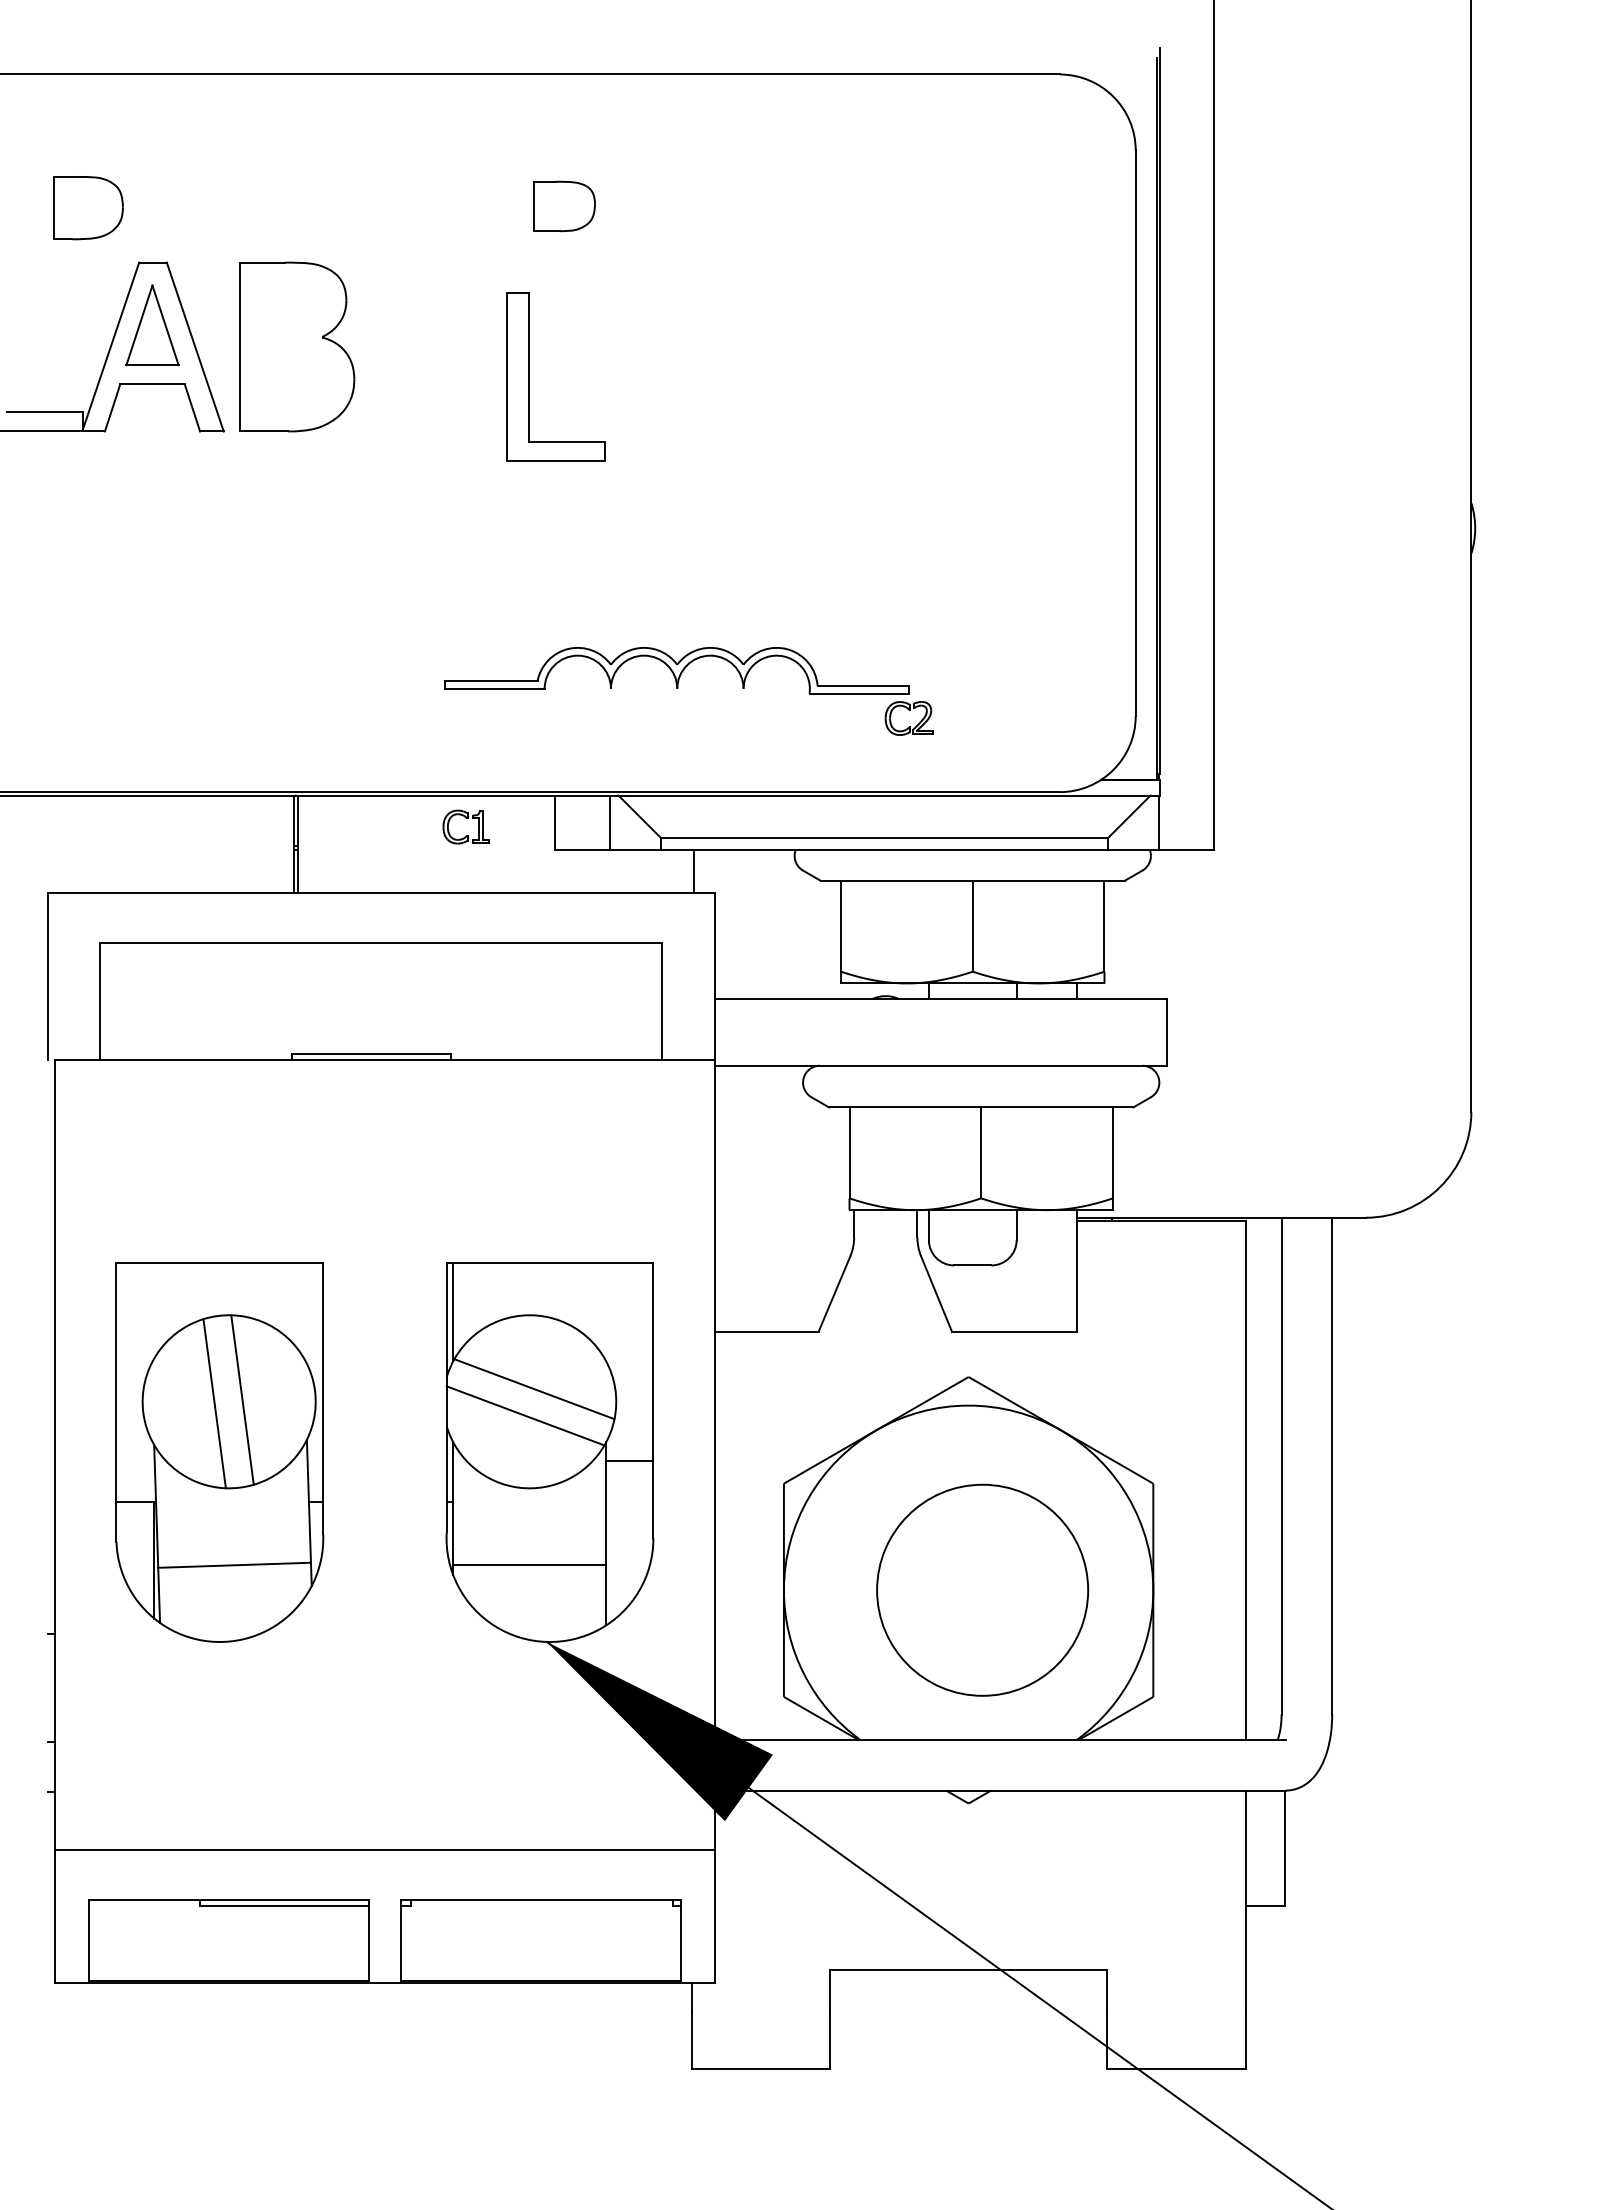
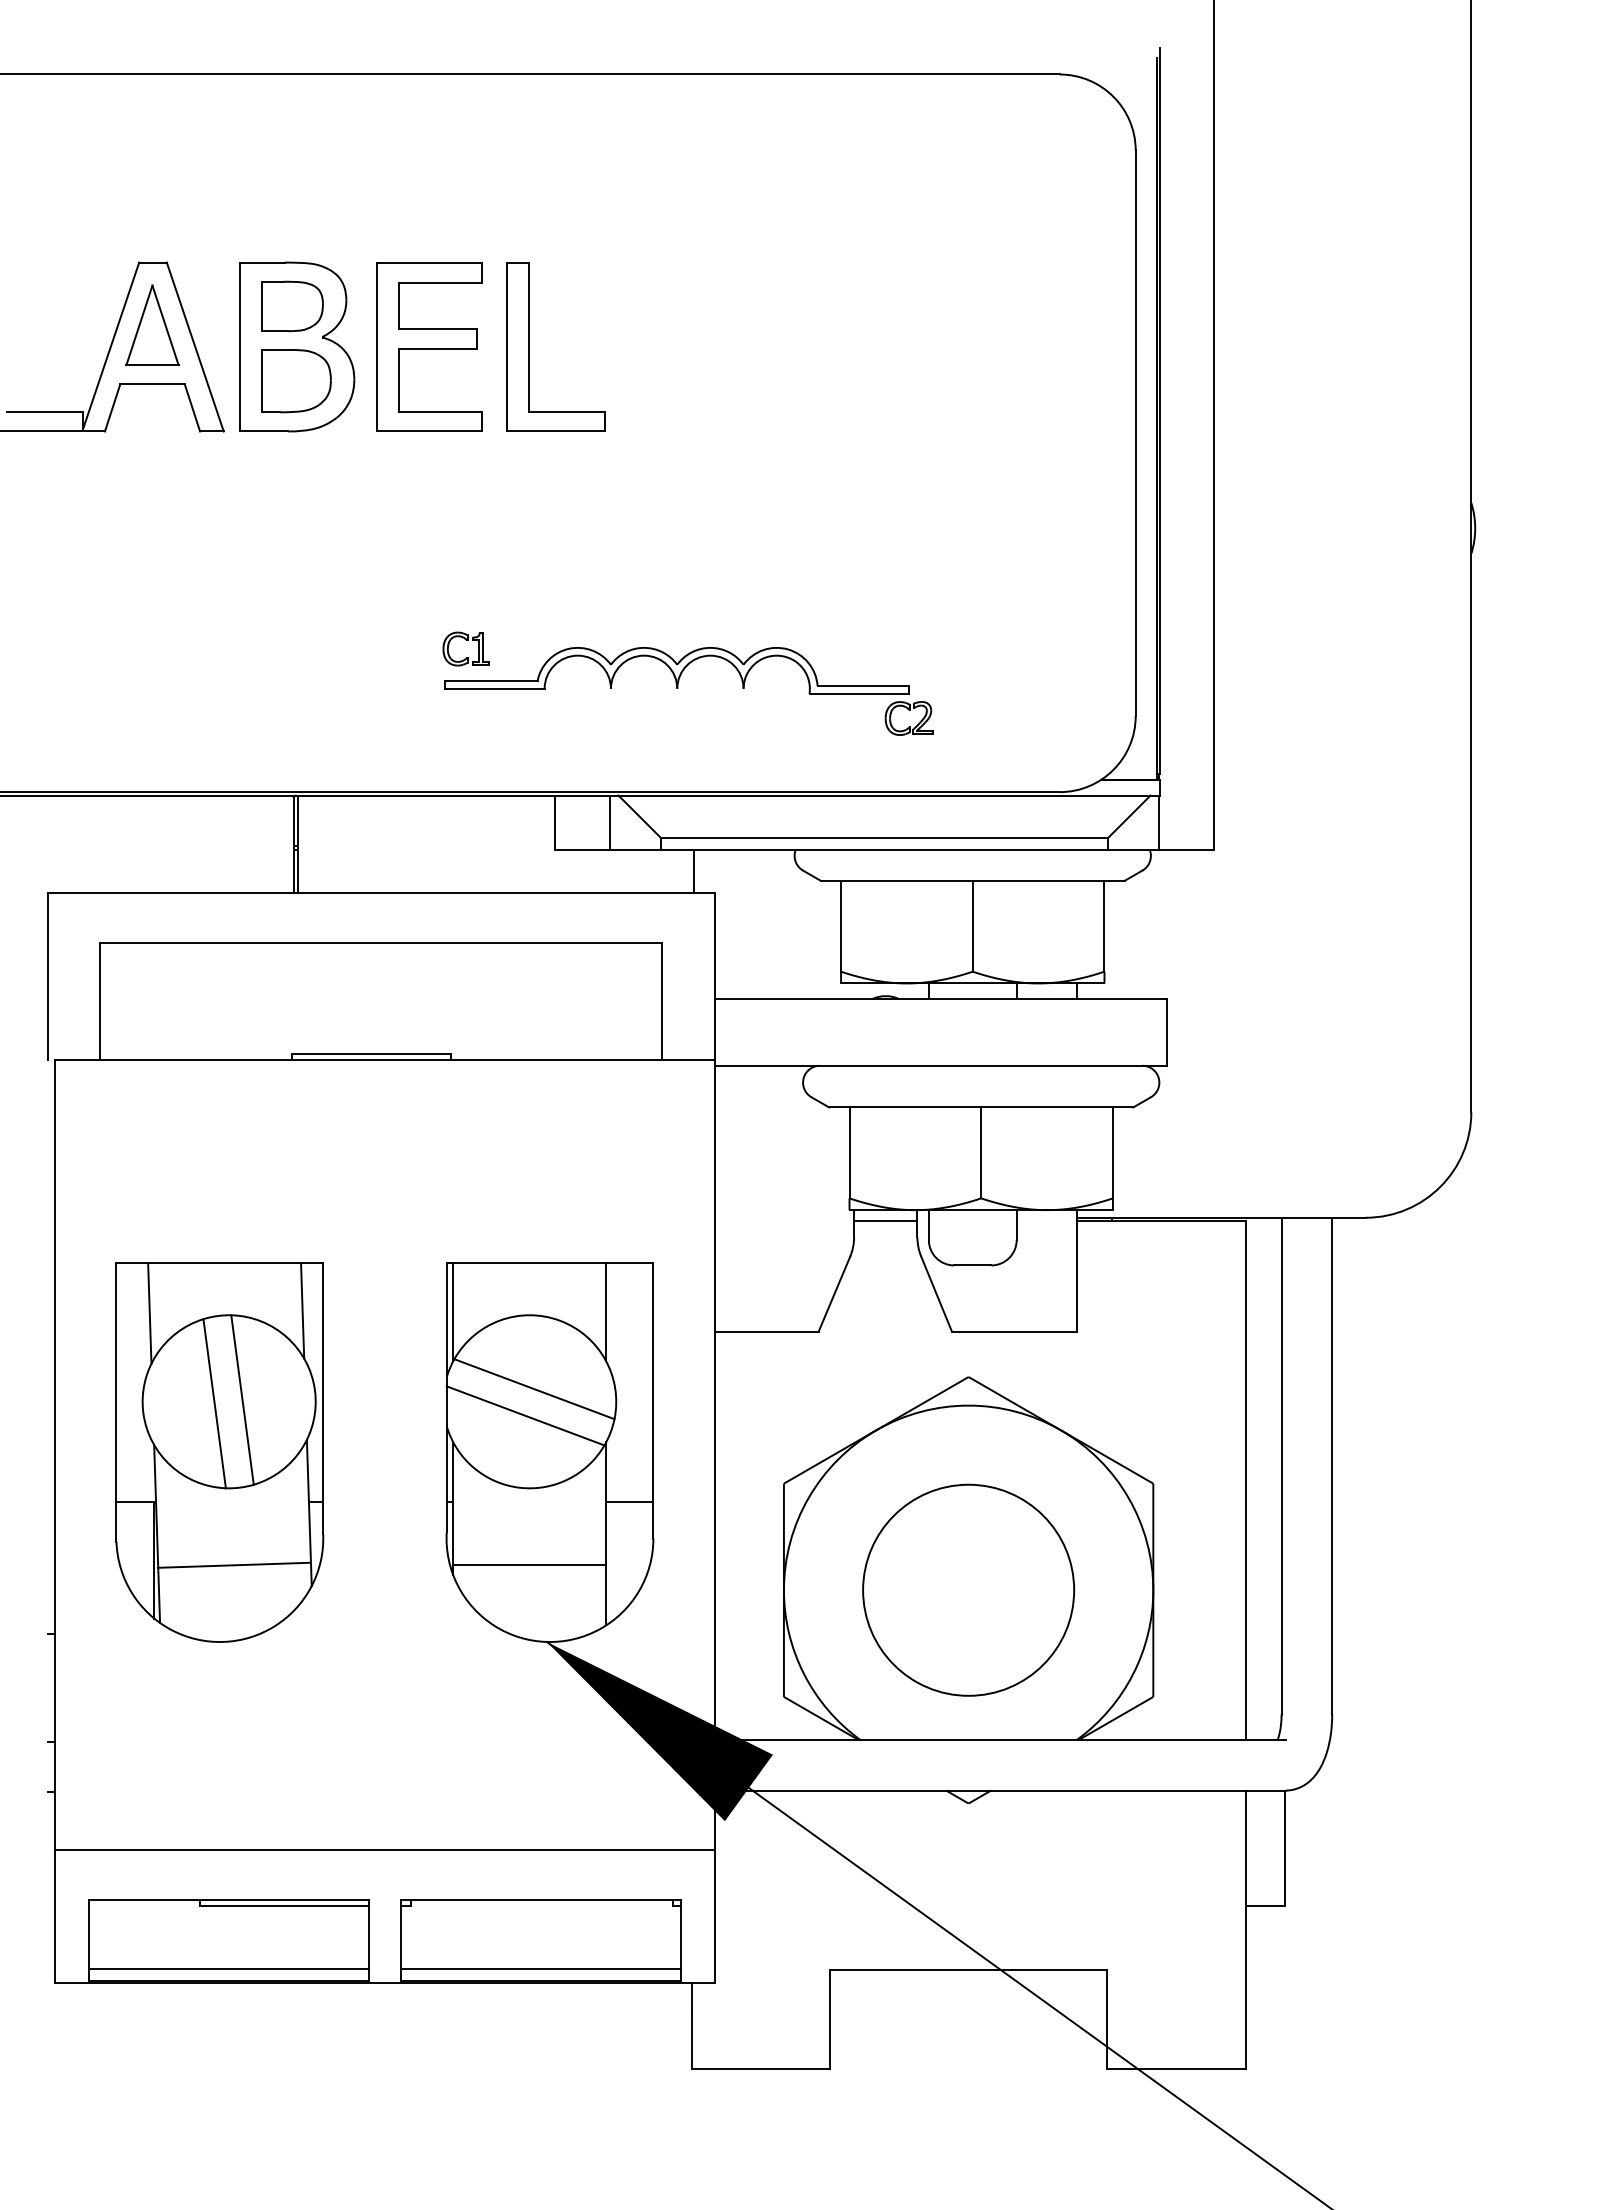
part at (564, 206) position: (564, 206) -> (292, 306)
part at (88, 208) position: (88, 208) -> (296, 381)
part at (429, 346): none -> present
part at (529, 376) position: (529, 376) -> (529, 346)
part at (465, 818) position: (465, 818) -> (465, 640)
line at (885, 1220): none -> present
line at (302, 1310): none -> present
line at (606, 1312): none -> present
line at (149, 1313): none -> present
line at (629, 1461) position: (629, 1461) -> (629, 1502)
circle at (982, 1589) position: (982, 1589) -> (968, 1589)
line at (229, 1969): none -> present
line at (540, 1969): none -> present
